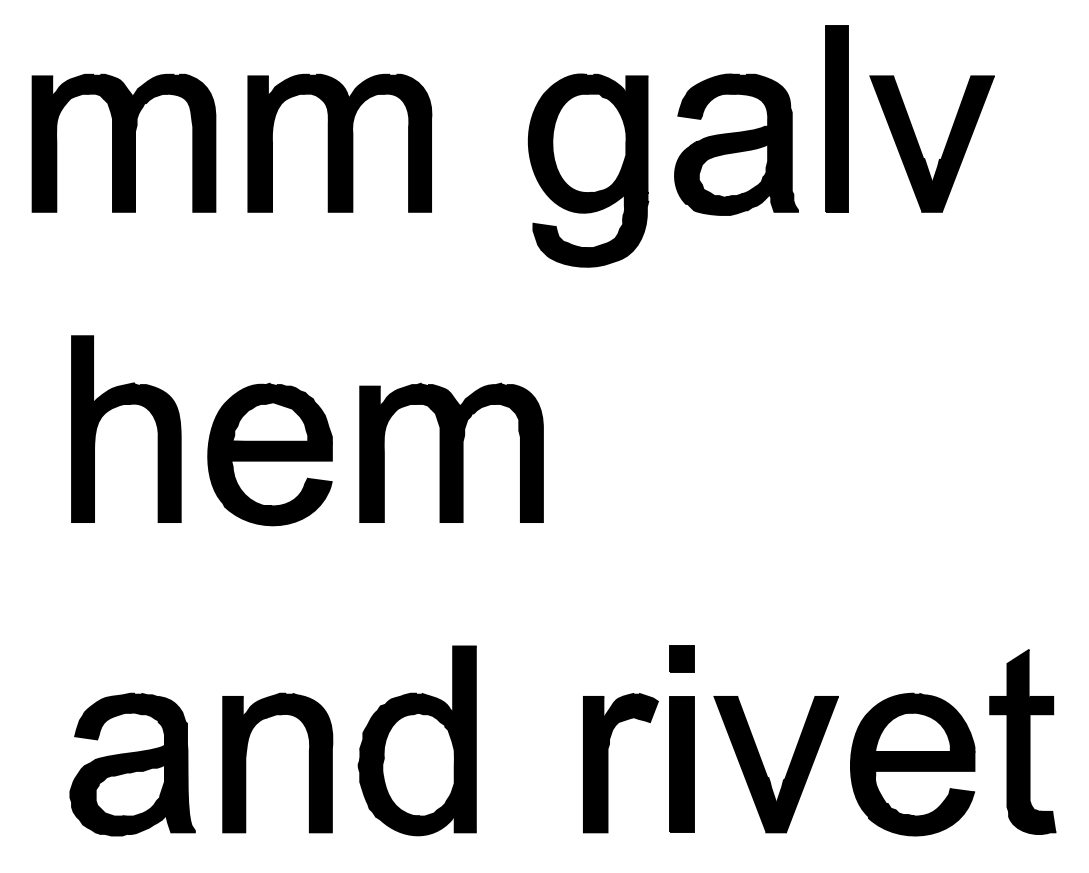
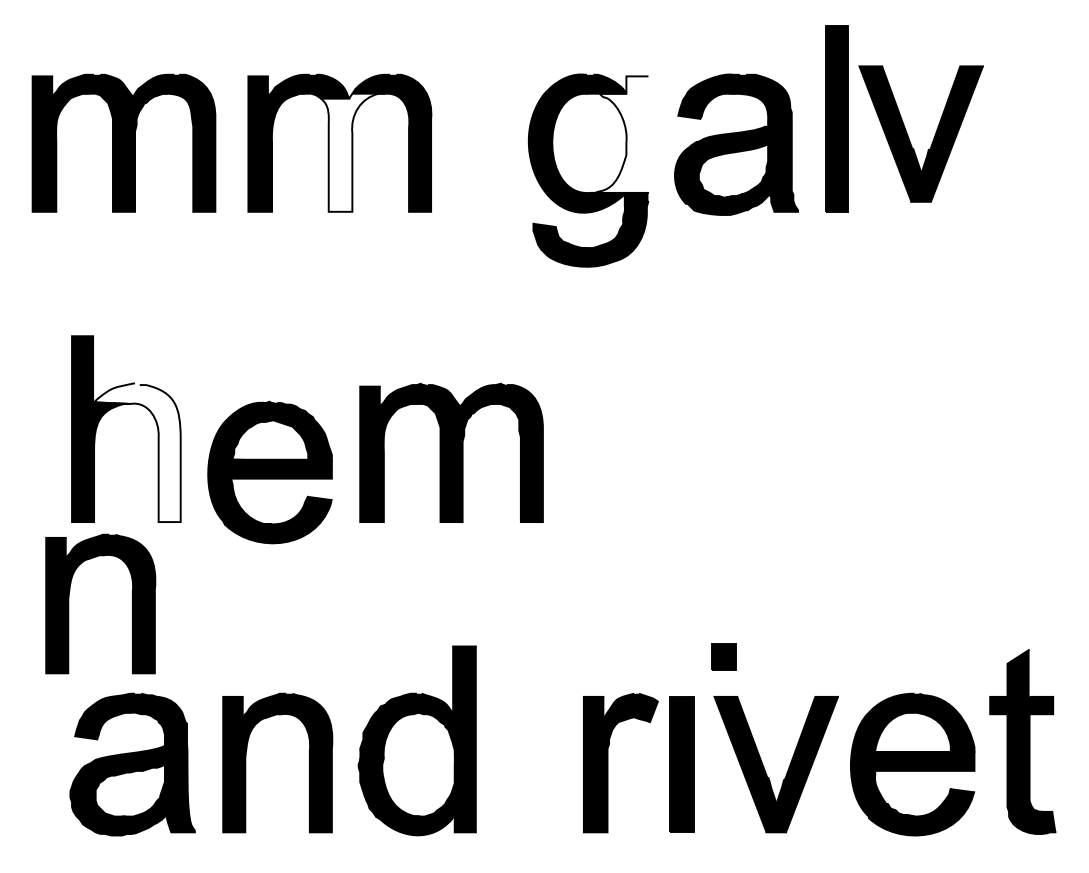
fill at (619, 134): present -> none
part at (920, 148) position: (920, 148) -> (909, 138)
fill at (352, 152): present -> none
fill at (137, 452): present -> none
part at (269, 454) position: (269, 454) -> (269, 472)
part at (69, 603): none -> present
part at (681, 658) position: (681, 658) -> (723, 656)
